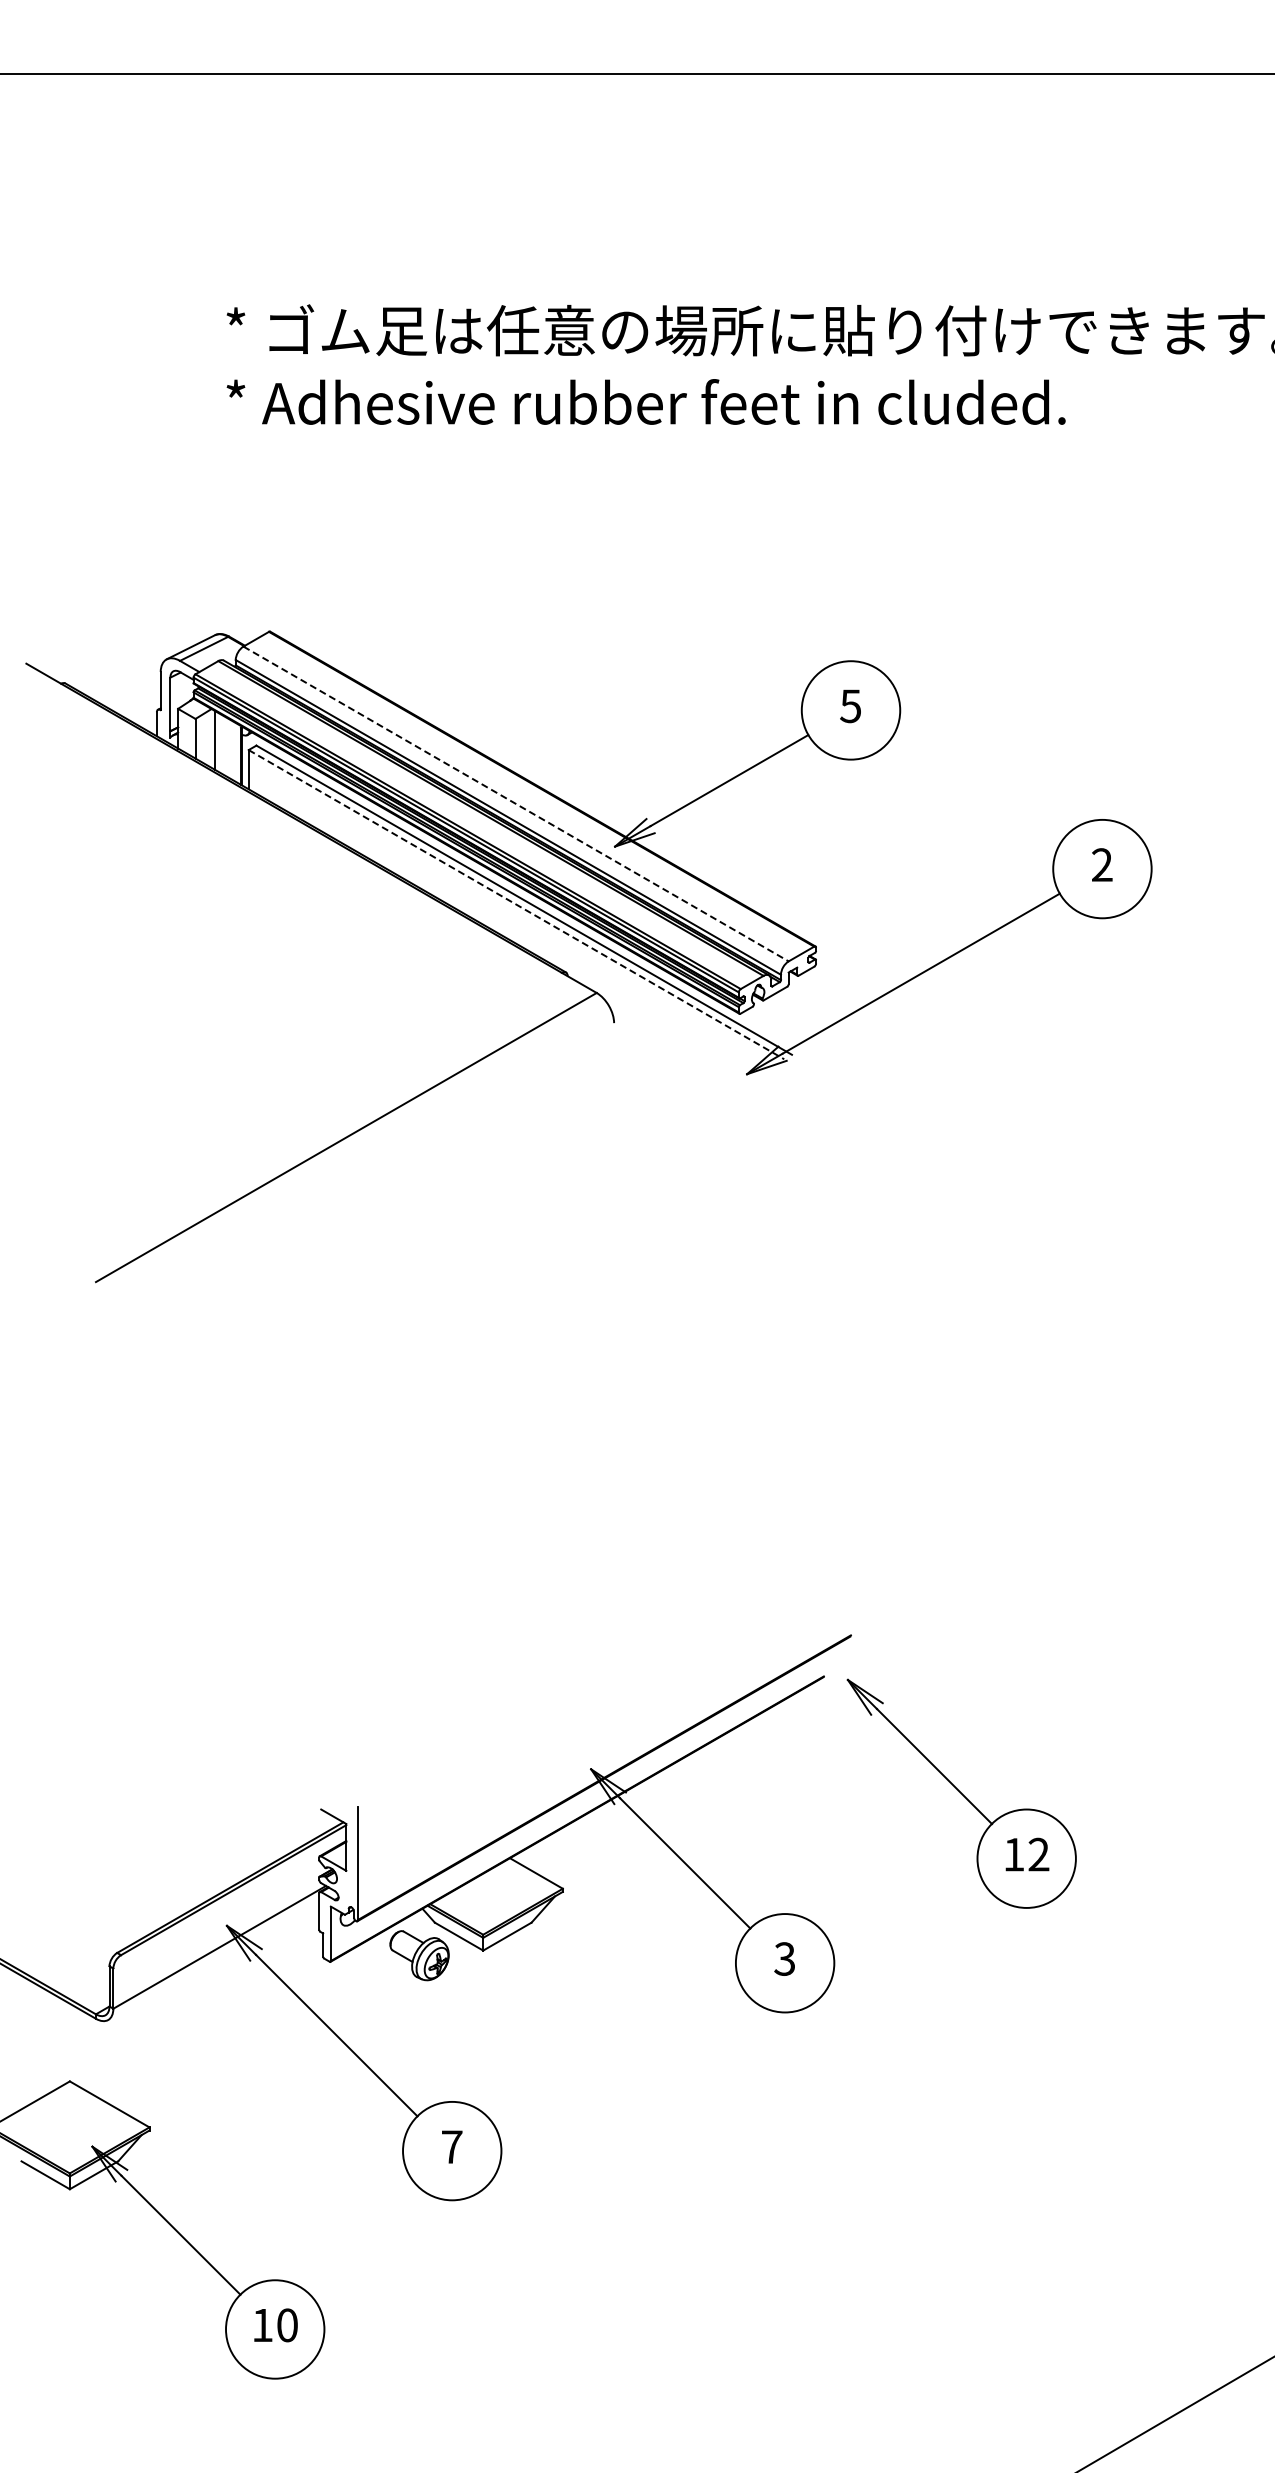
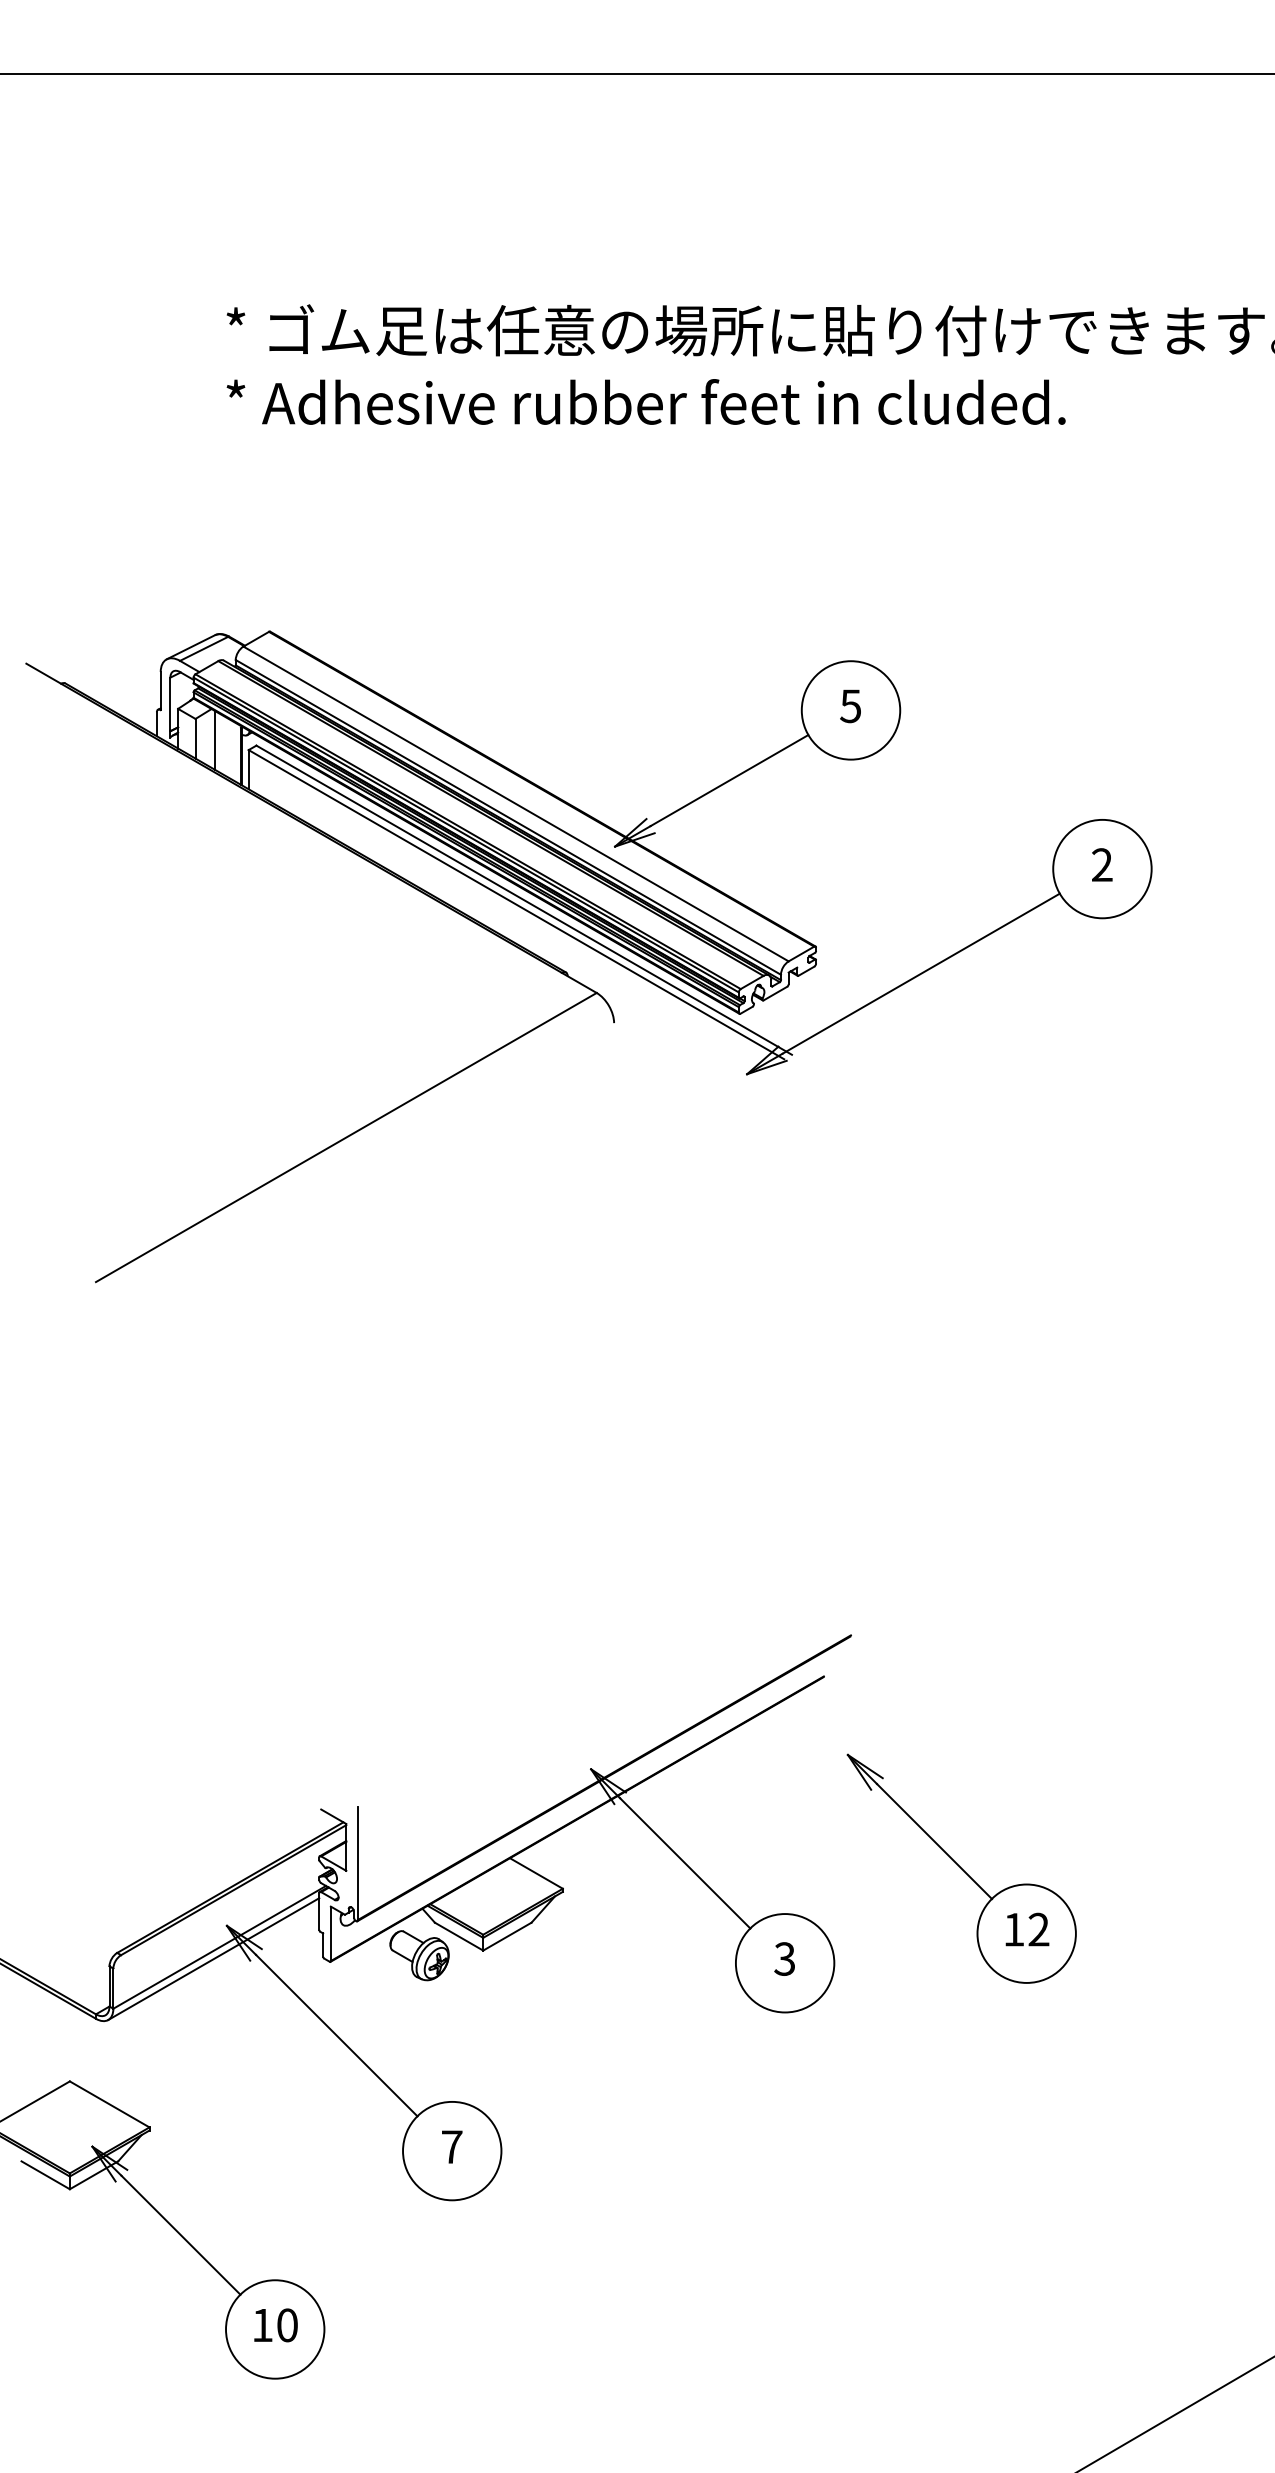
line at (516, 804): dashed -> solid
line at (516, 904): dashed -> solid
part at (961, 1793) position: (961, 1793) -> (961, 1868)
line at (213, 1959): none -> present
